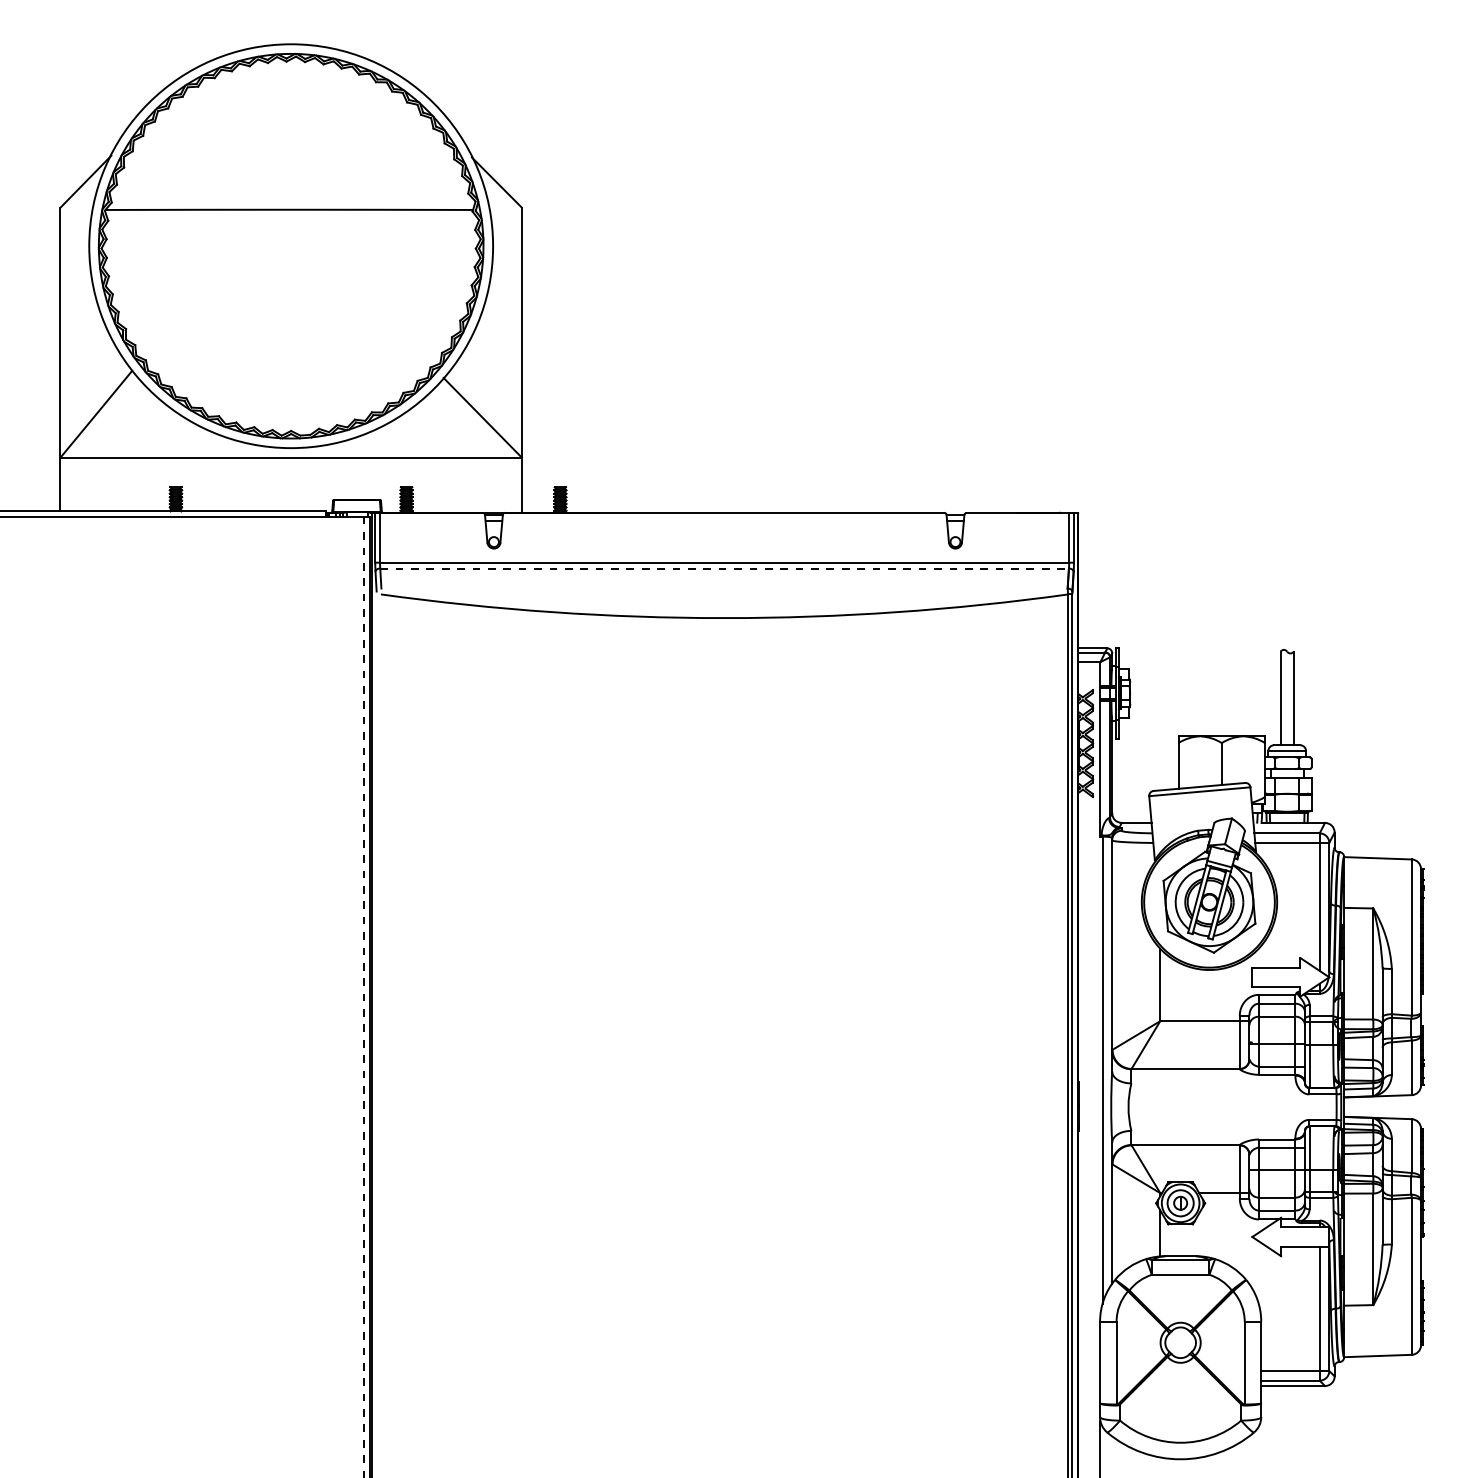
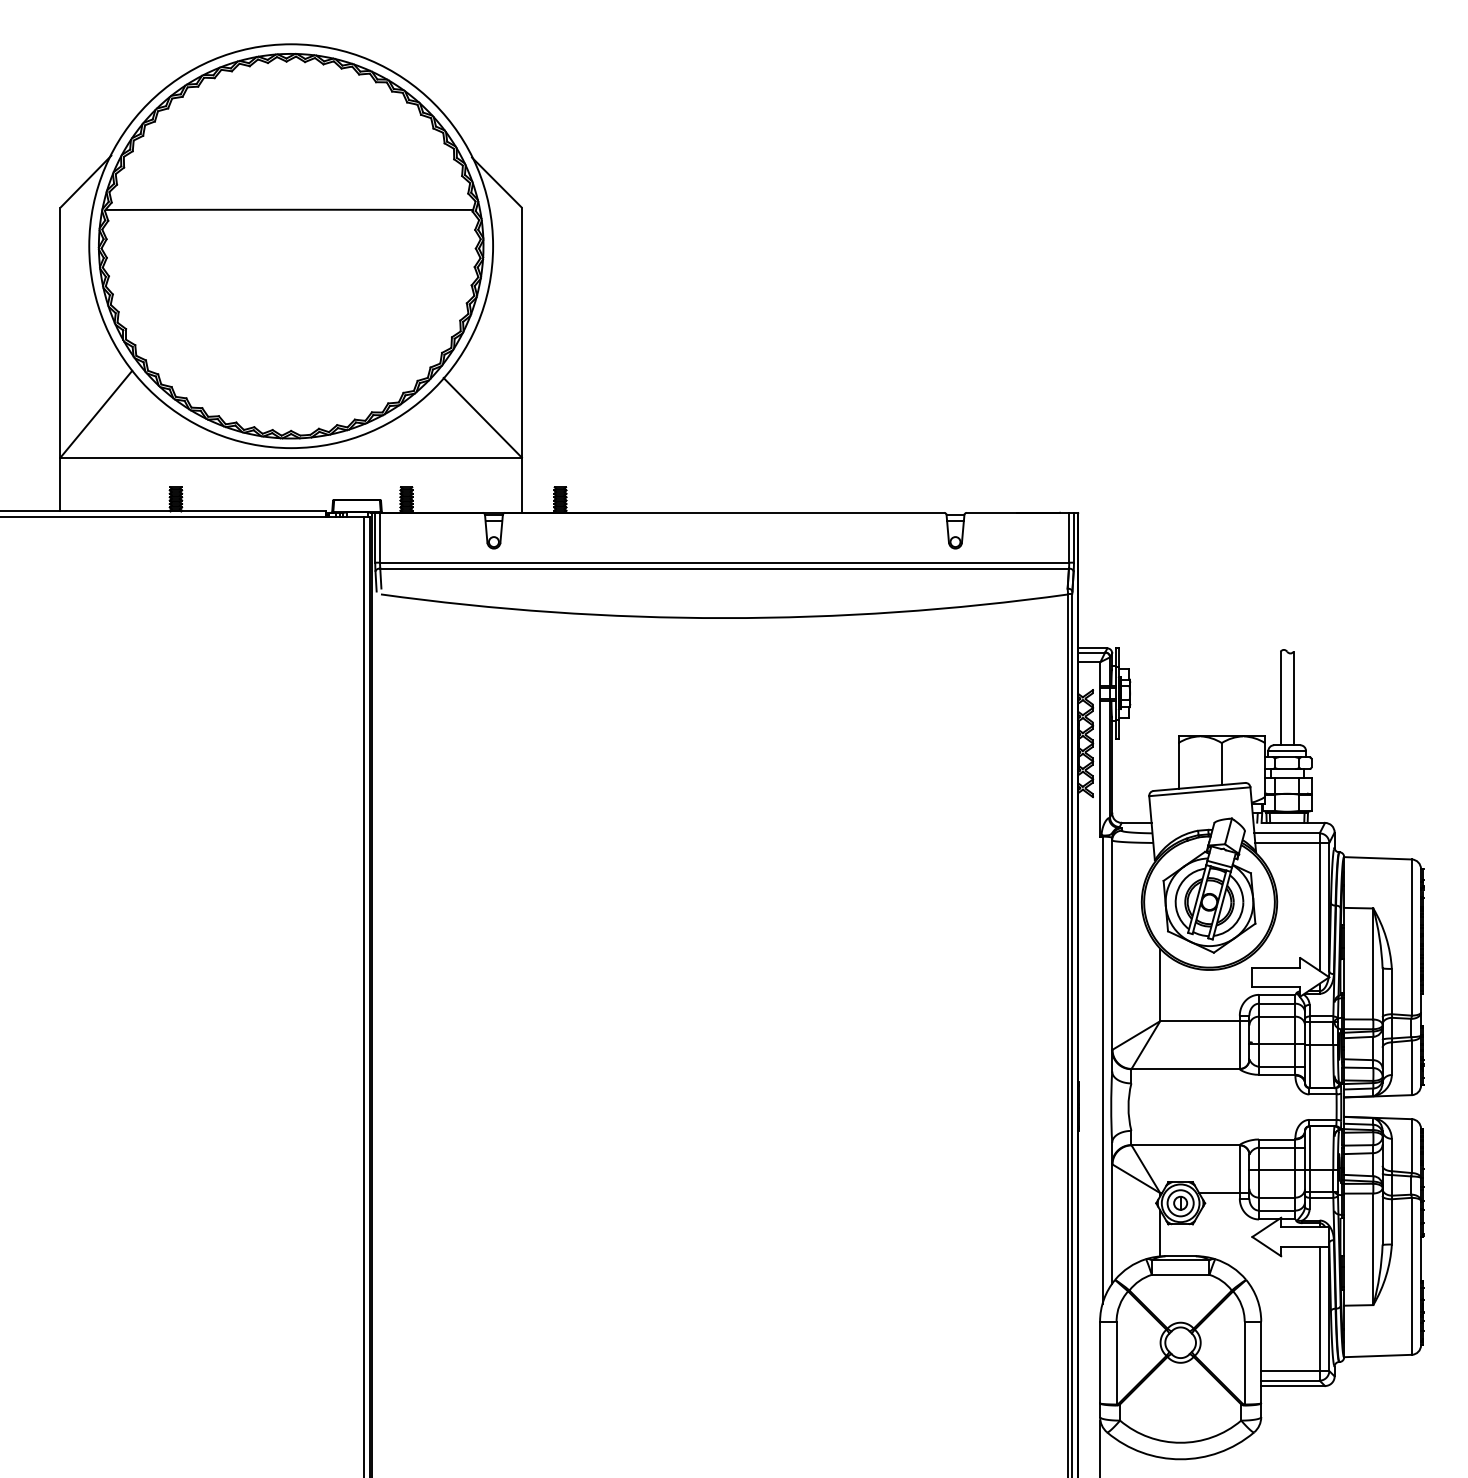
line at (725, 568): dashed -> solid
line at (364, 996): dashed -> solid
